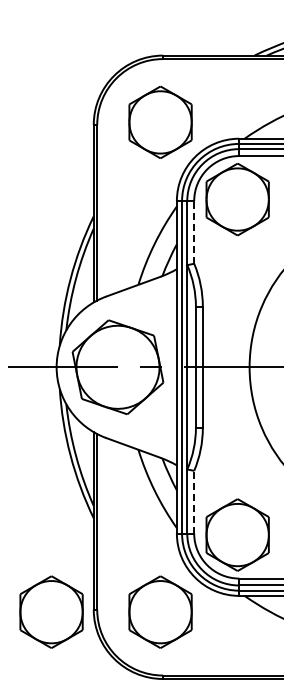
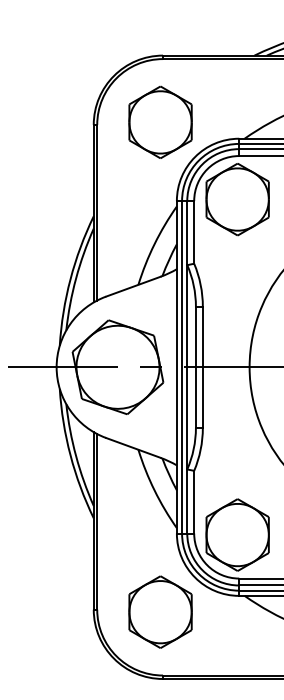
line at (194, 231): dashed -> solid
line at (194, 501): dashed -> solid
part at (51, 611): present -> none
